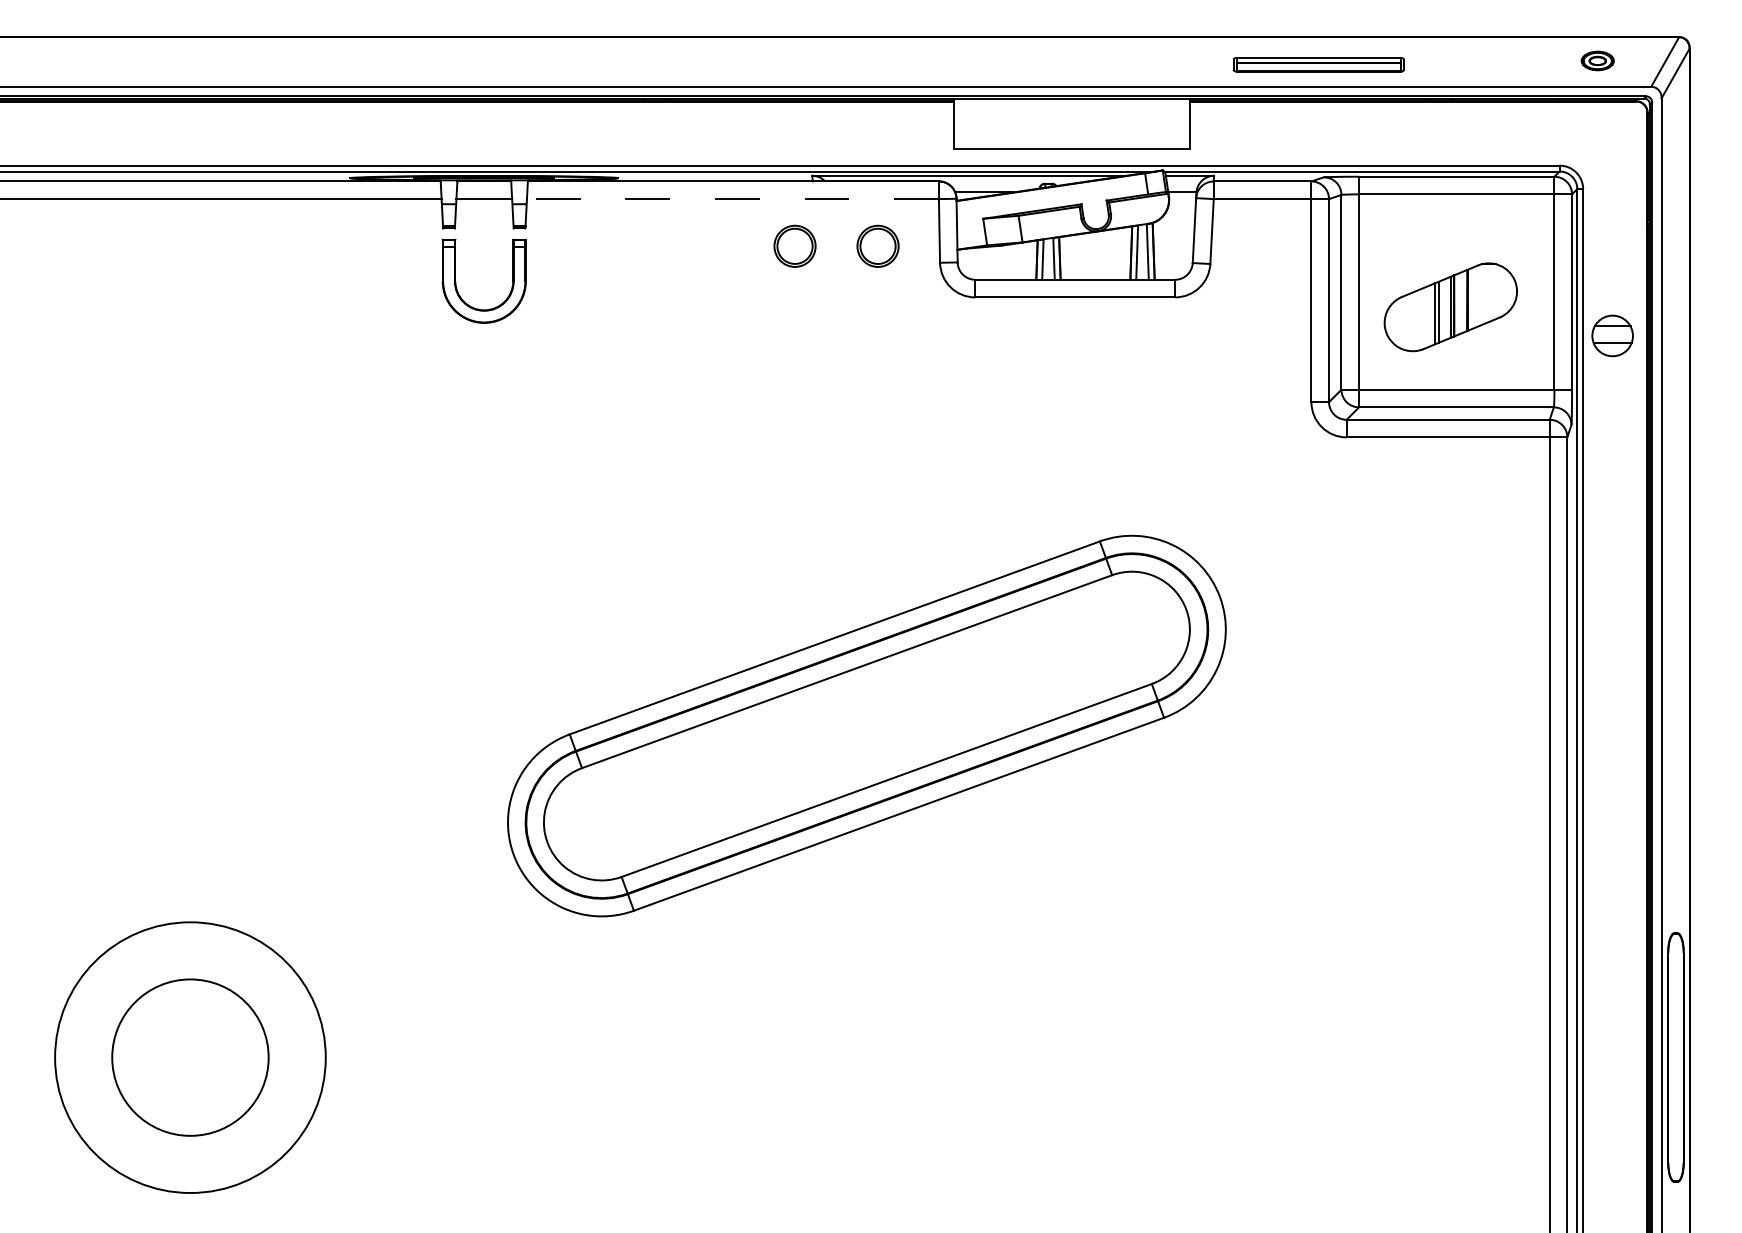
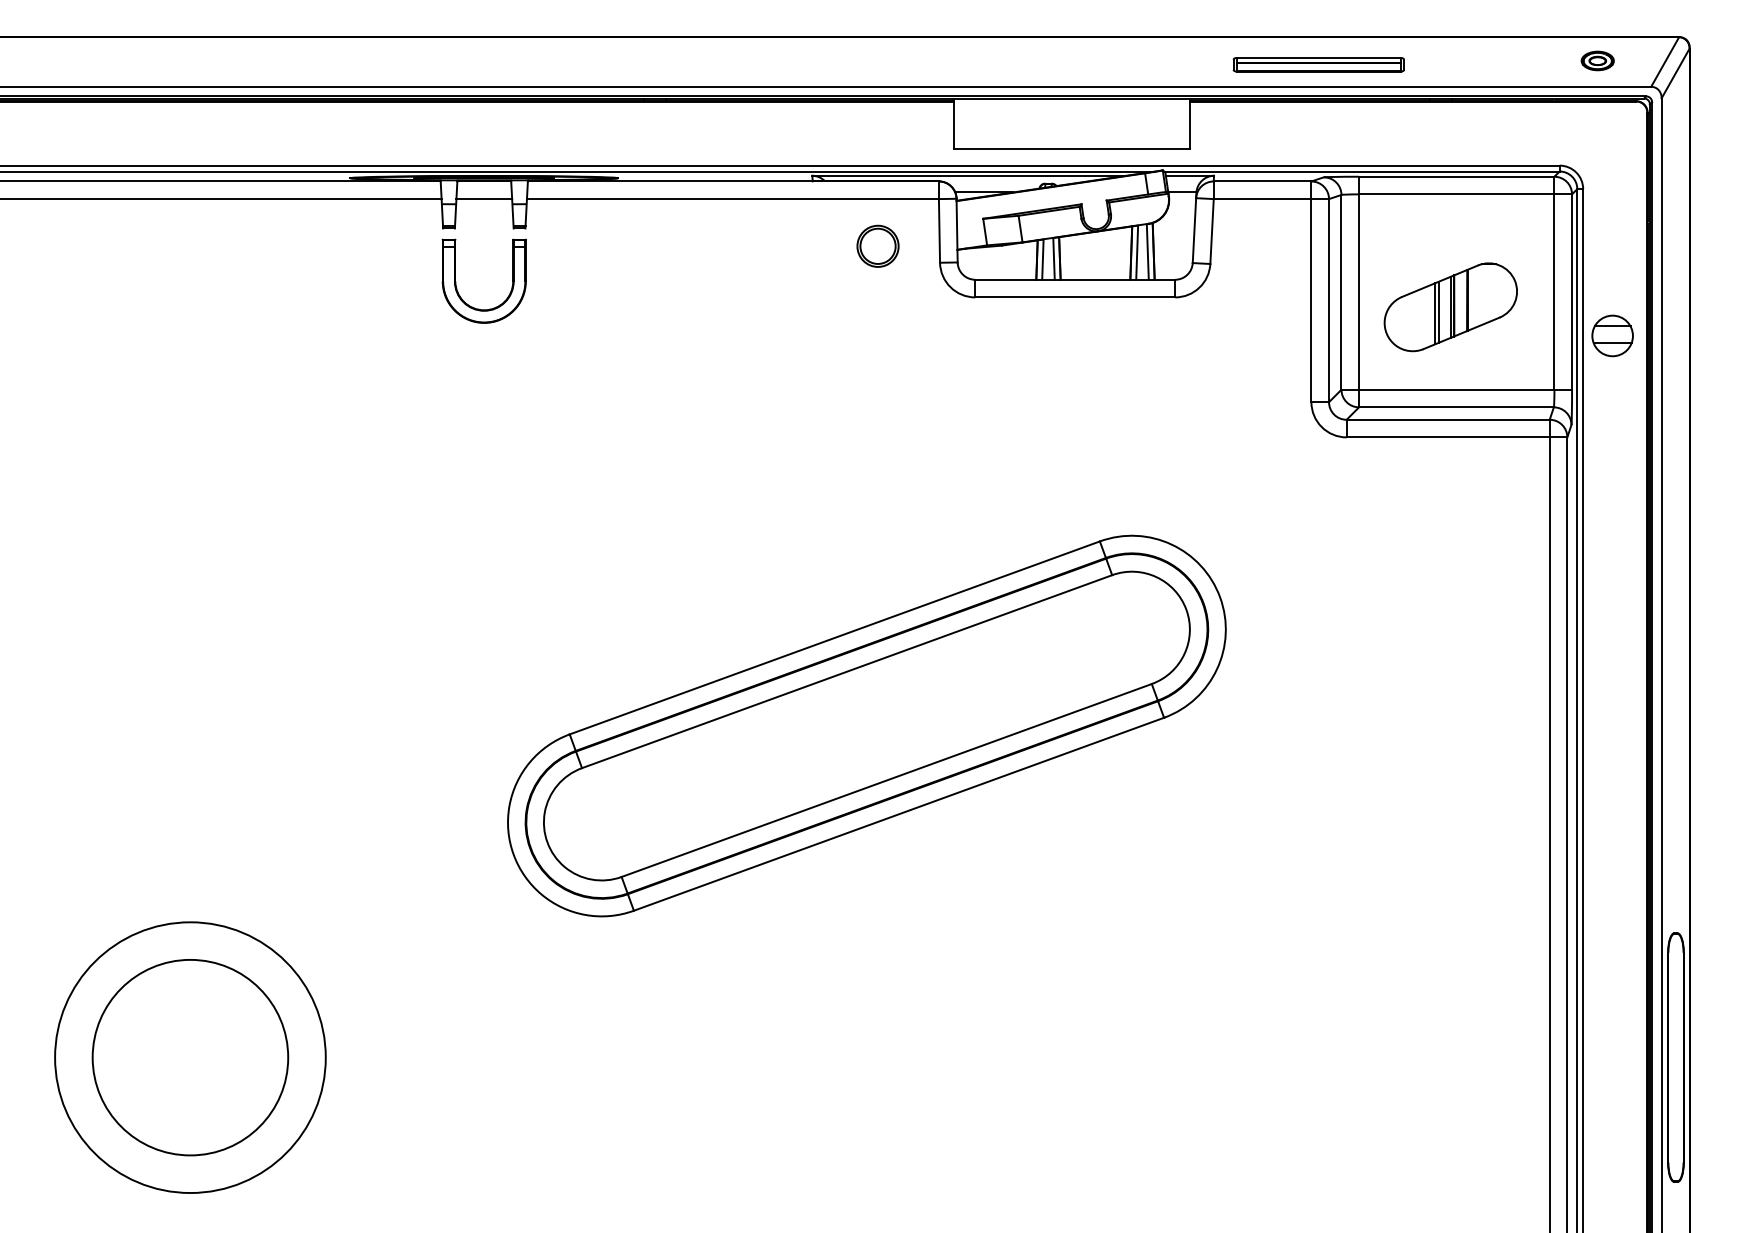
line at (732, 199): dashed -> solid
part at (794, 245): present -> none
circle at (190, 1057) diameter: 156 px -> 196 px
